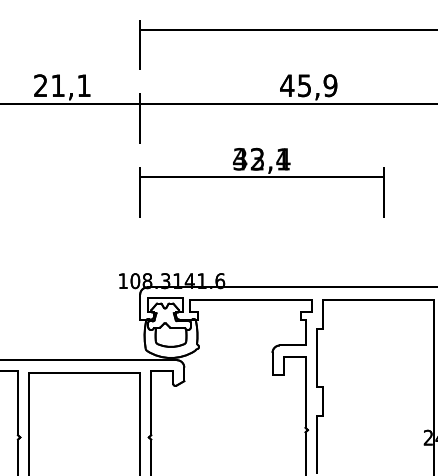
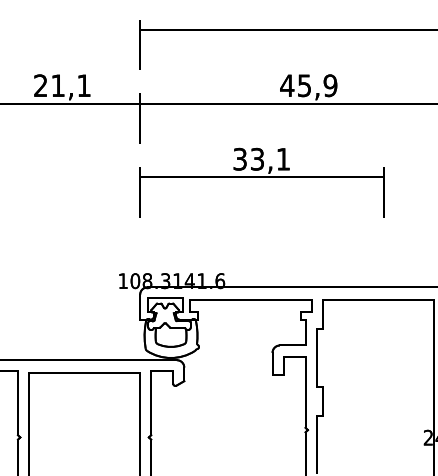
text at (261, 159): 42,4 -> 33,1
